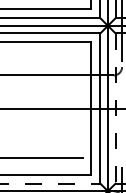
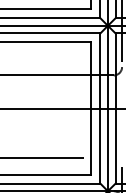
line at (115, 109): dashed -> solid
line at (50, 183): dashed -> solid
